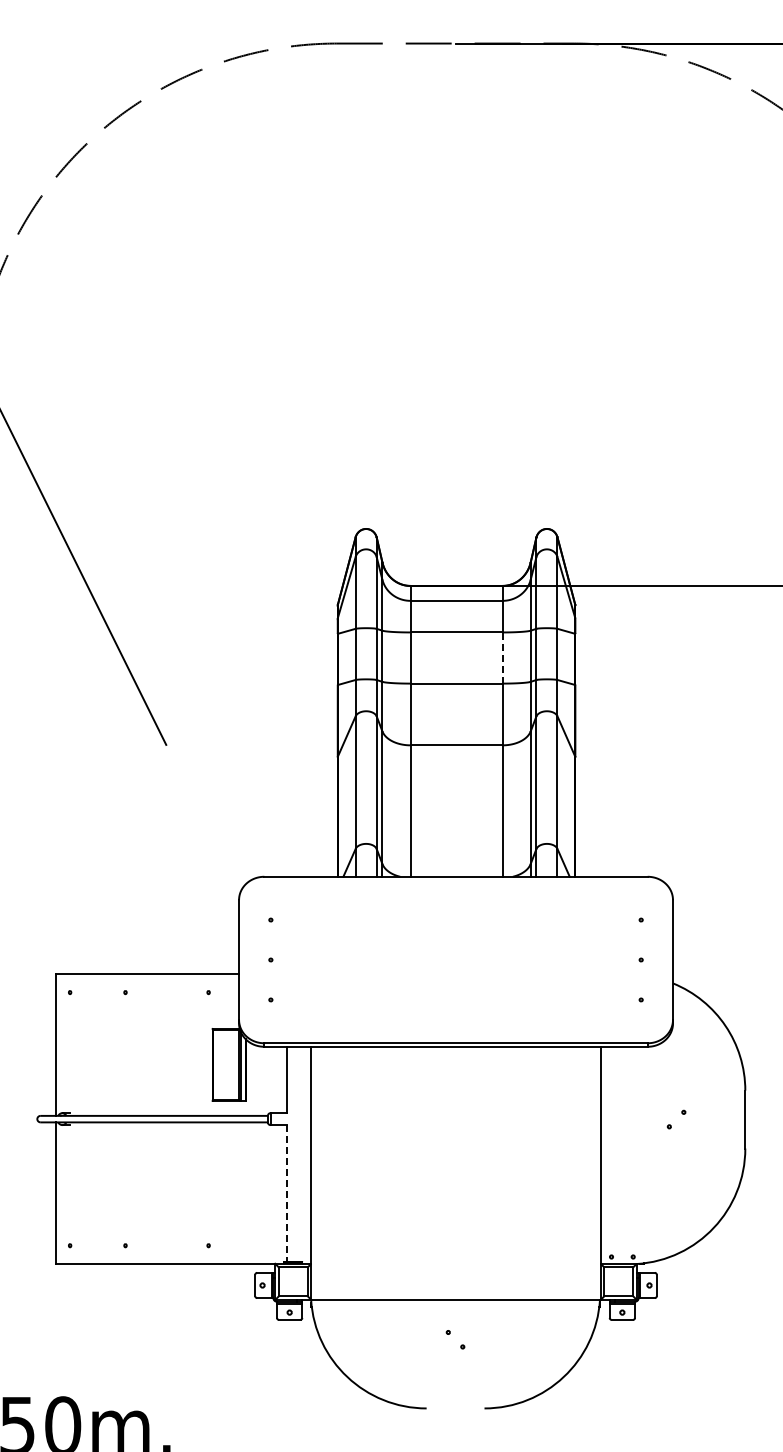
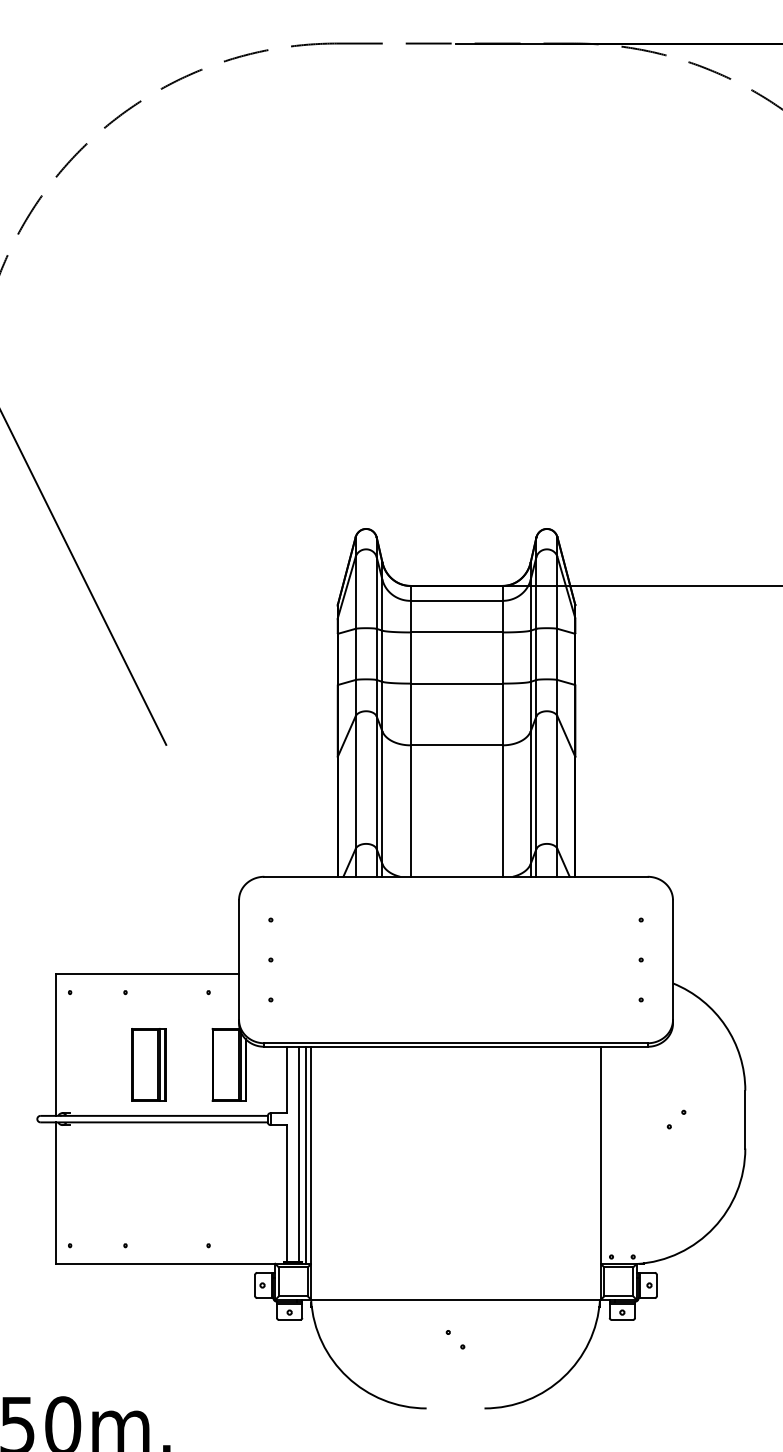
line at (502, 658): dashed -> solid
part at (148, 1064): none -> present
line at (299, 1153): none -> present
line at (305, 1154): none -> present
line at (287, 1194): dashed -> solid
